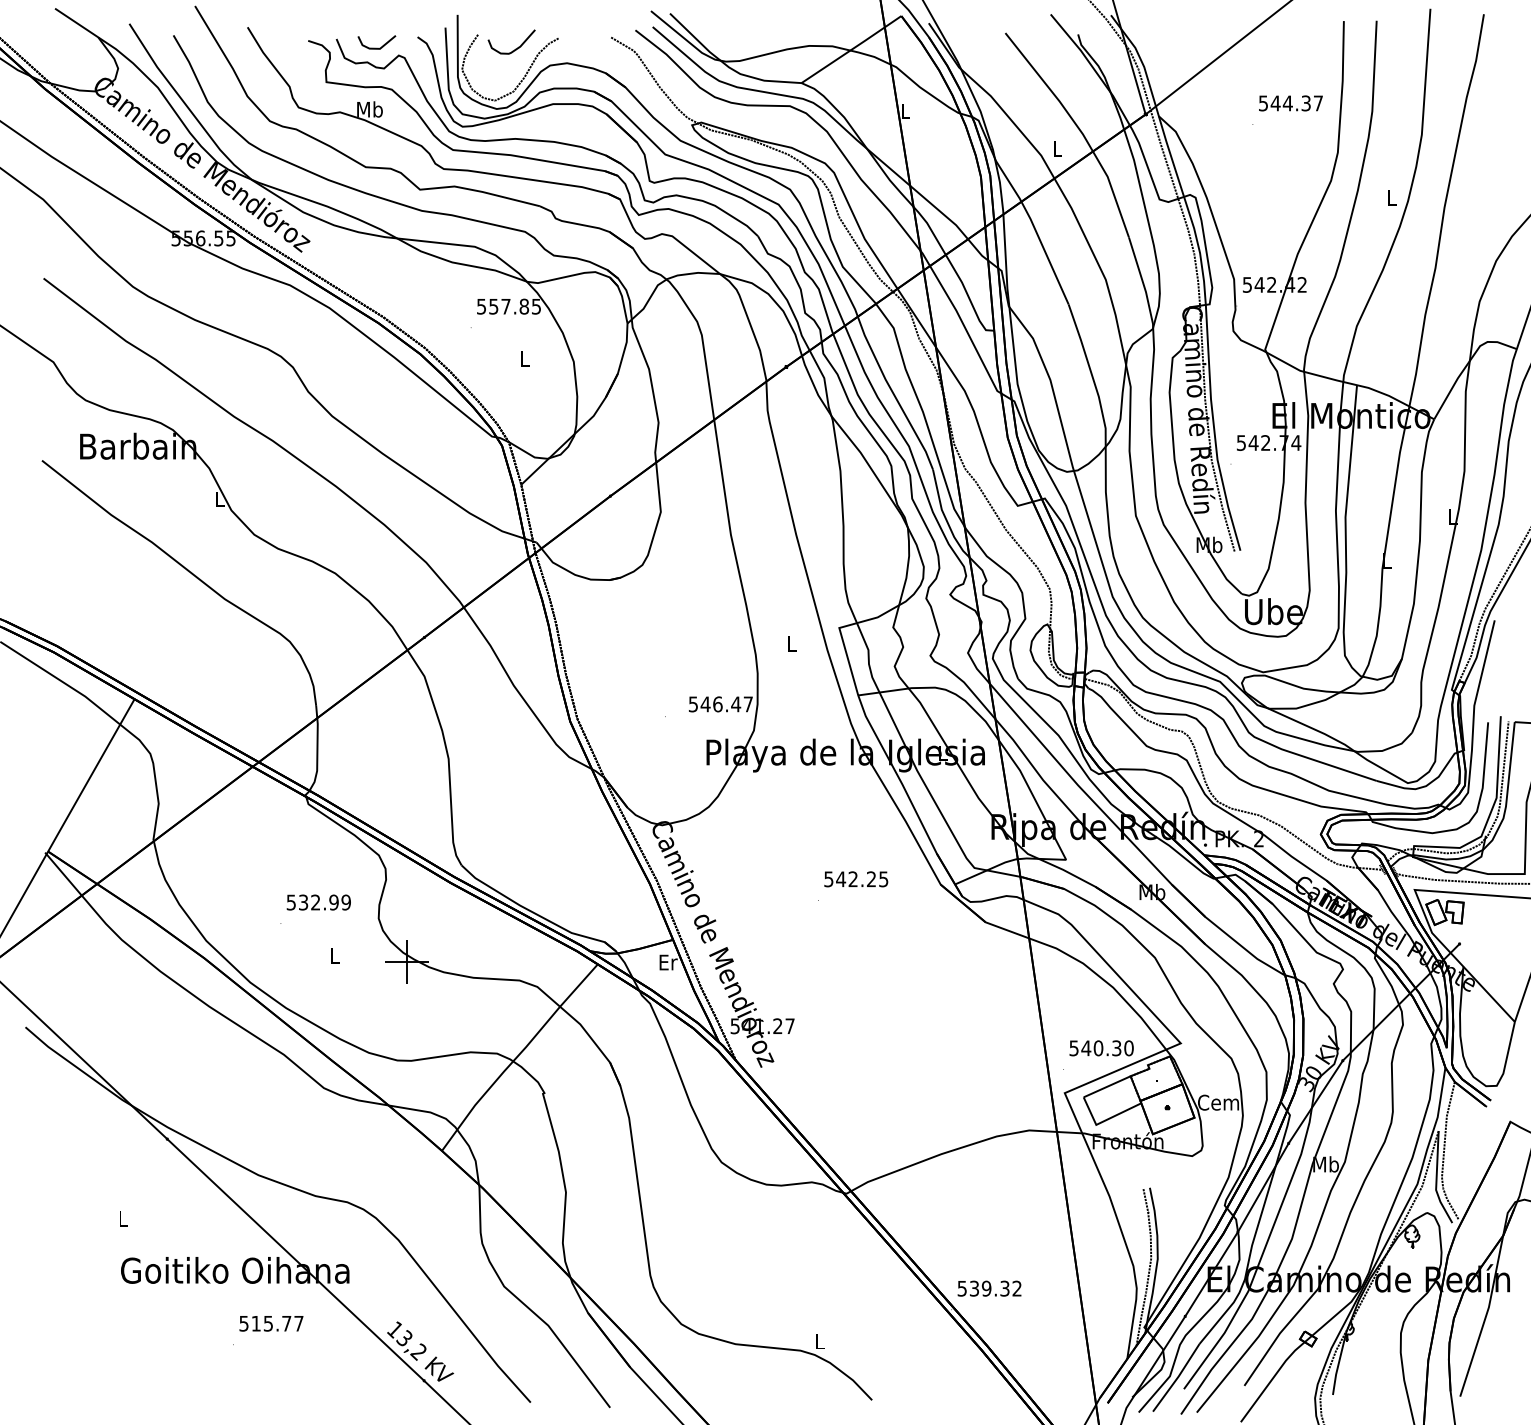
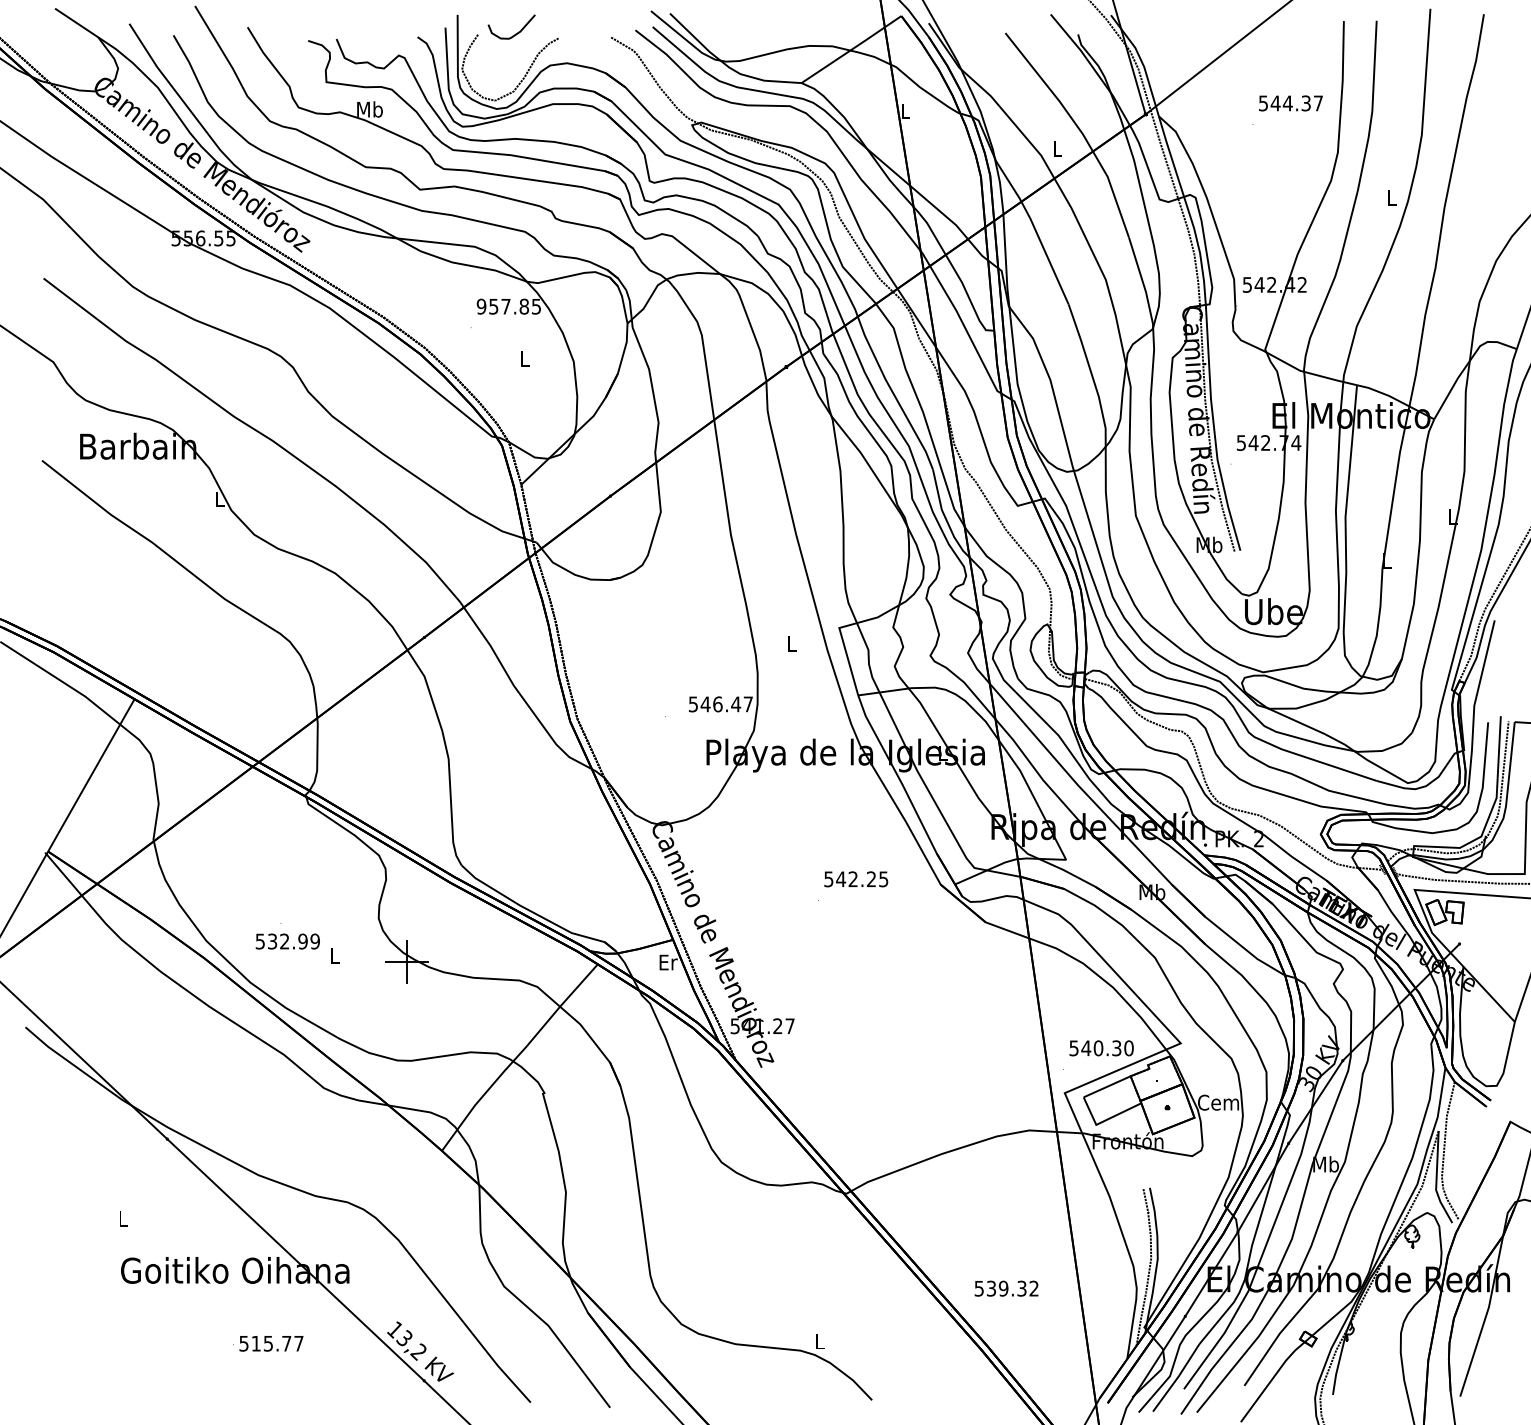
line at (376, 47): present -> none
curve at (515, 48) position: (515, 48) -> (515, 33)
text at (481, 306): 557.85 -> 957.85
text at (318, 902) position: (318, 902) -> (287, 941)
text at (989, 1288) position: (989, 1288) -> (1006, 1288)
text at (271, 1323) position: (271, 1323) -> (271, 1343)
